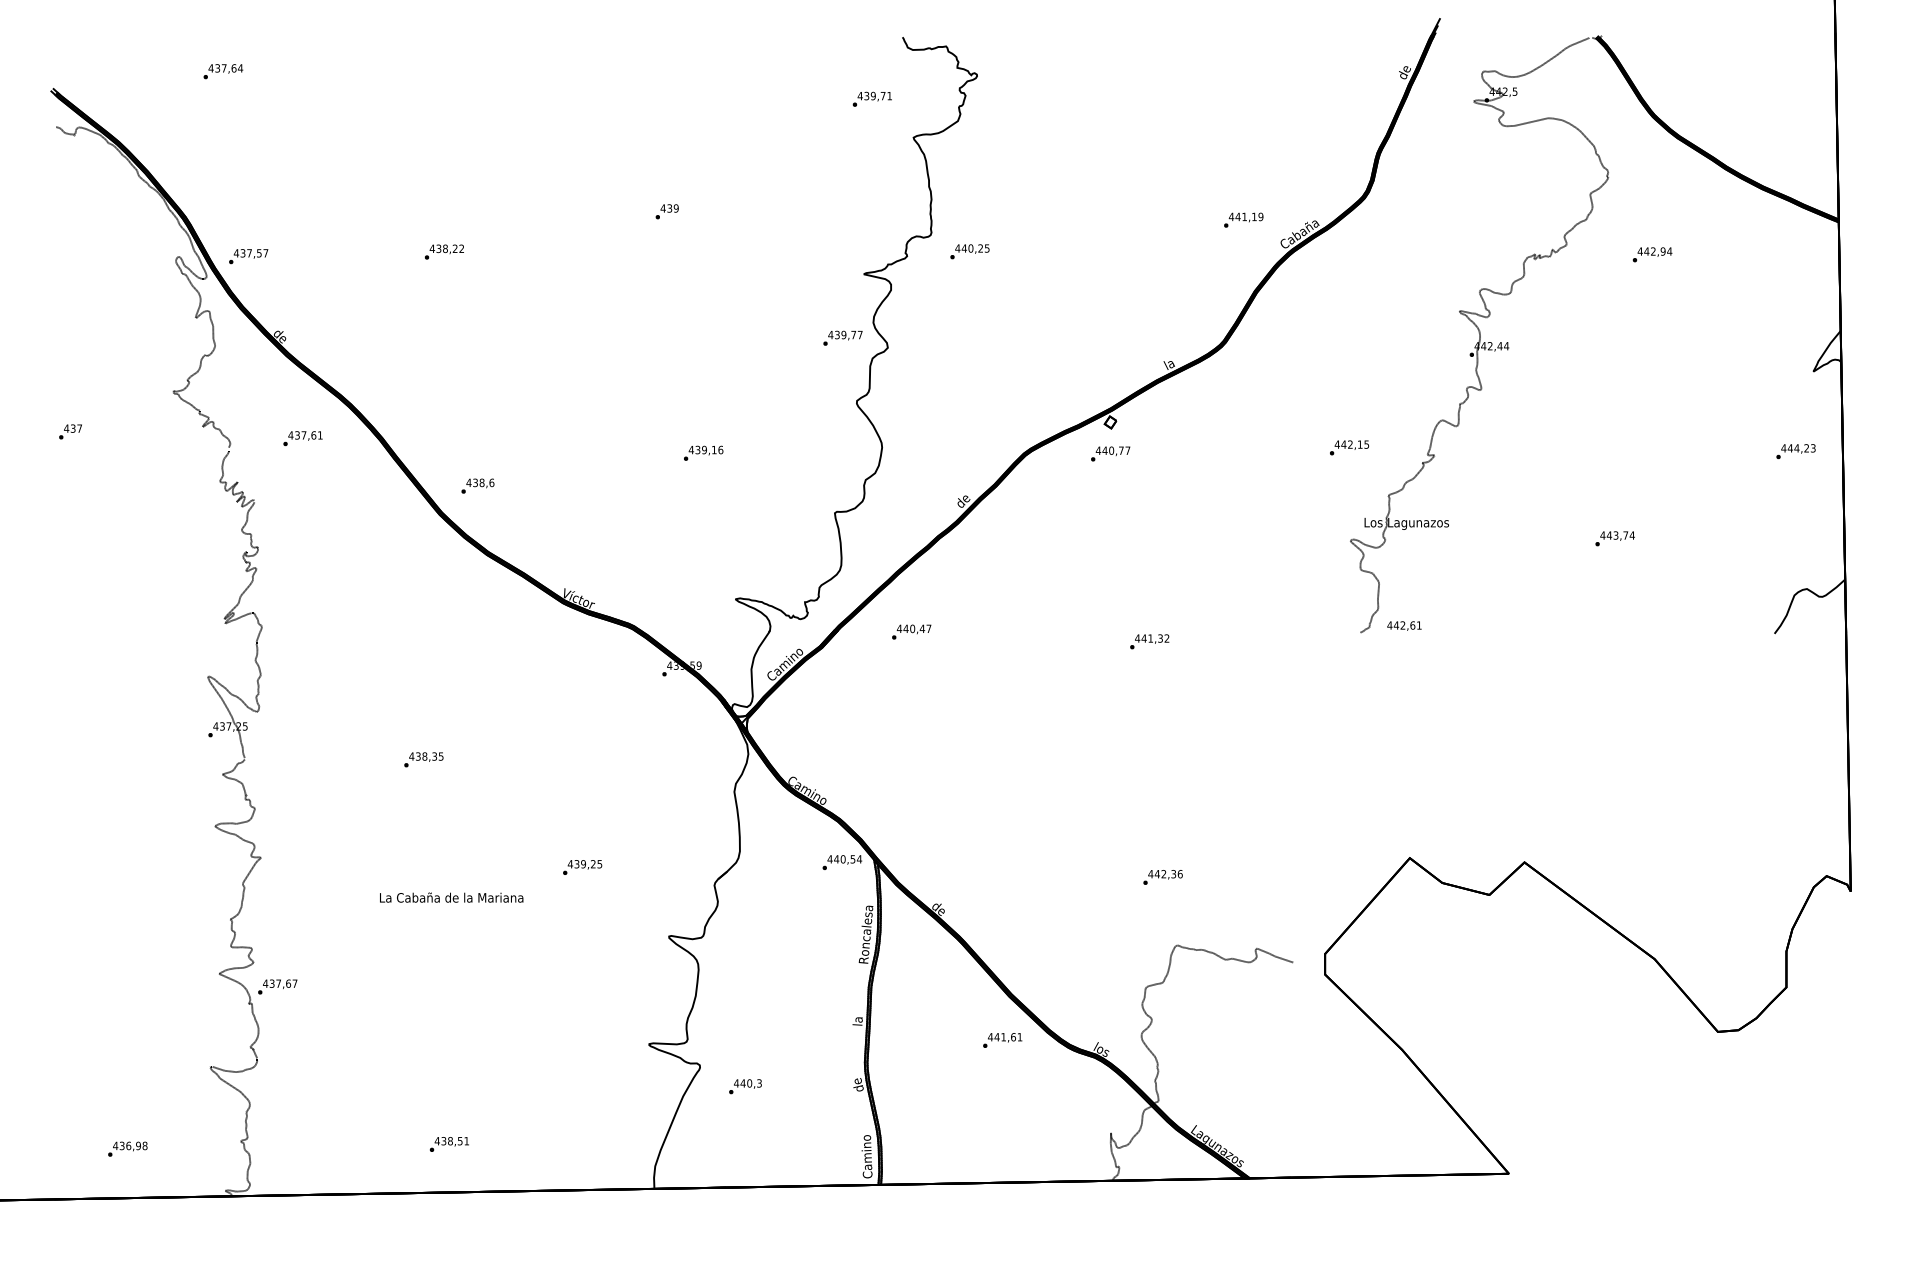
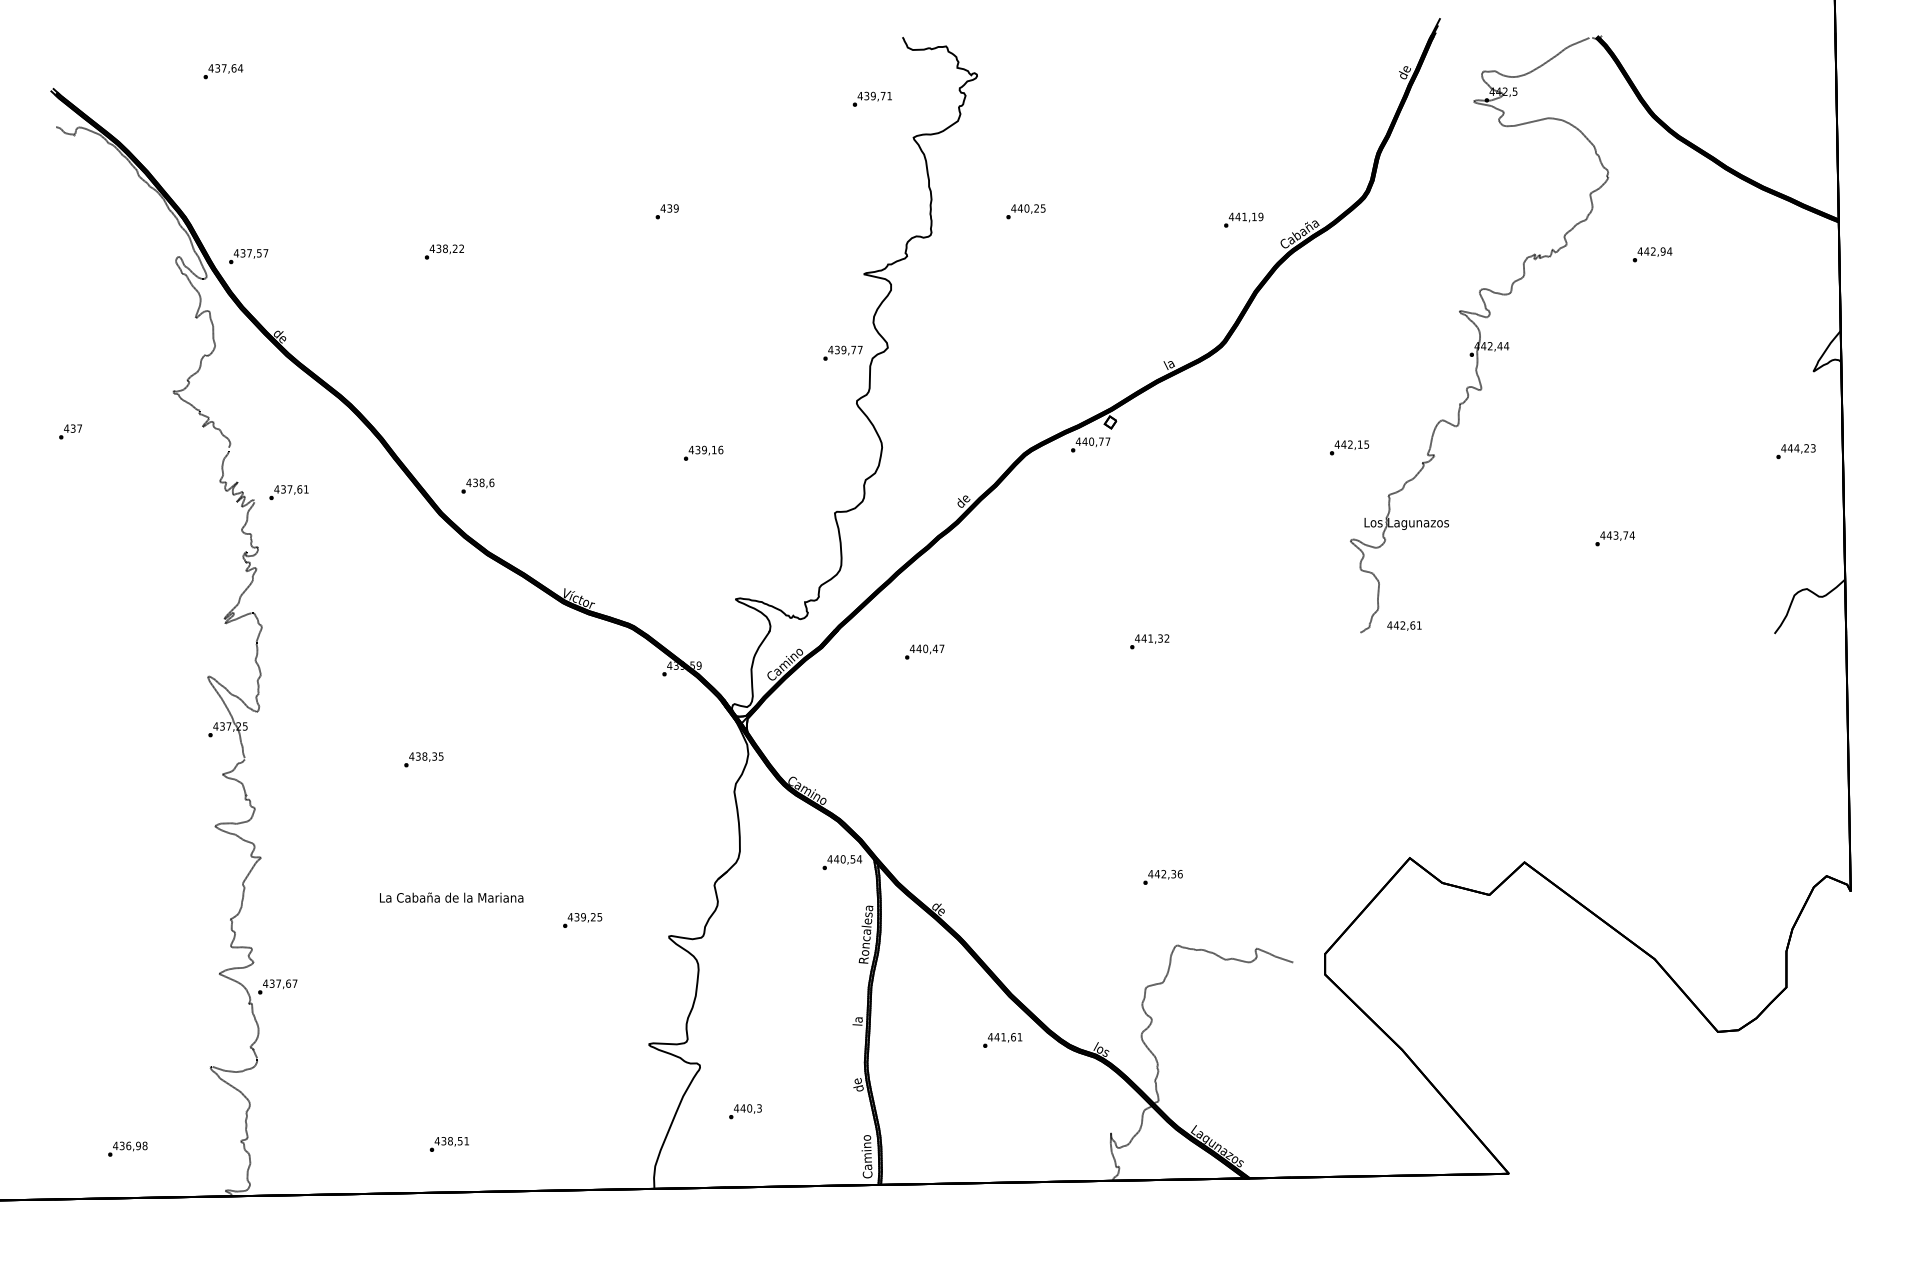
text at (969, 251) position: (969, 251) -> (1025, 211)
text at (842, 337) position: (842, 337) -> (842, 352)
text at (302, 438) position: (302, 438) -> (288, 492)
text at (1110, 453) position: (1110, 453) -> (1090, 444)
text at (911, 631) position: (911, 631) -> (924, 651)
text at (582, 867) position: (582, 867) -> (582, 920)
text at (745, 1086) position: (745, 1086) -> (745, 1111)
